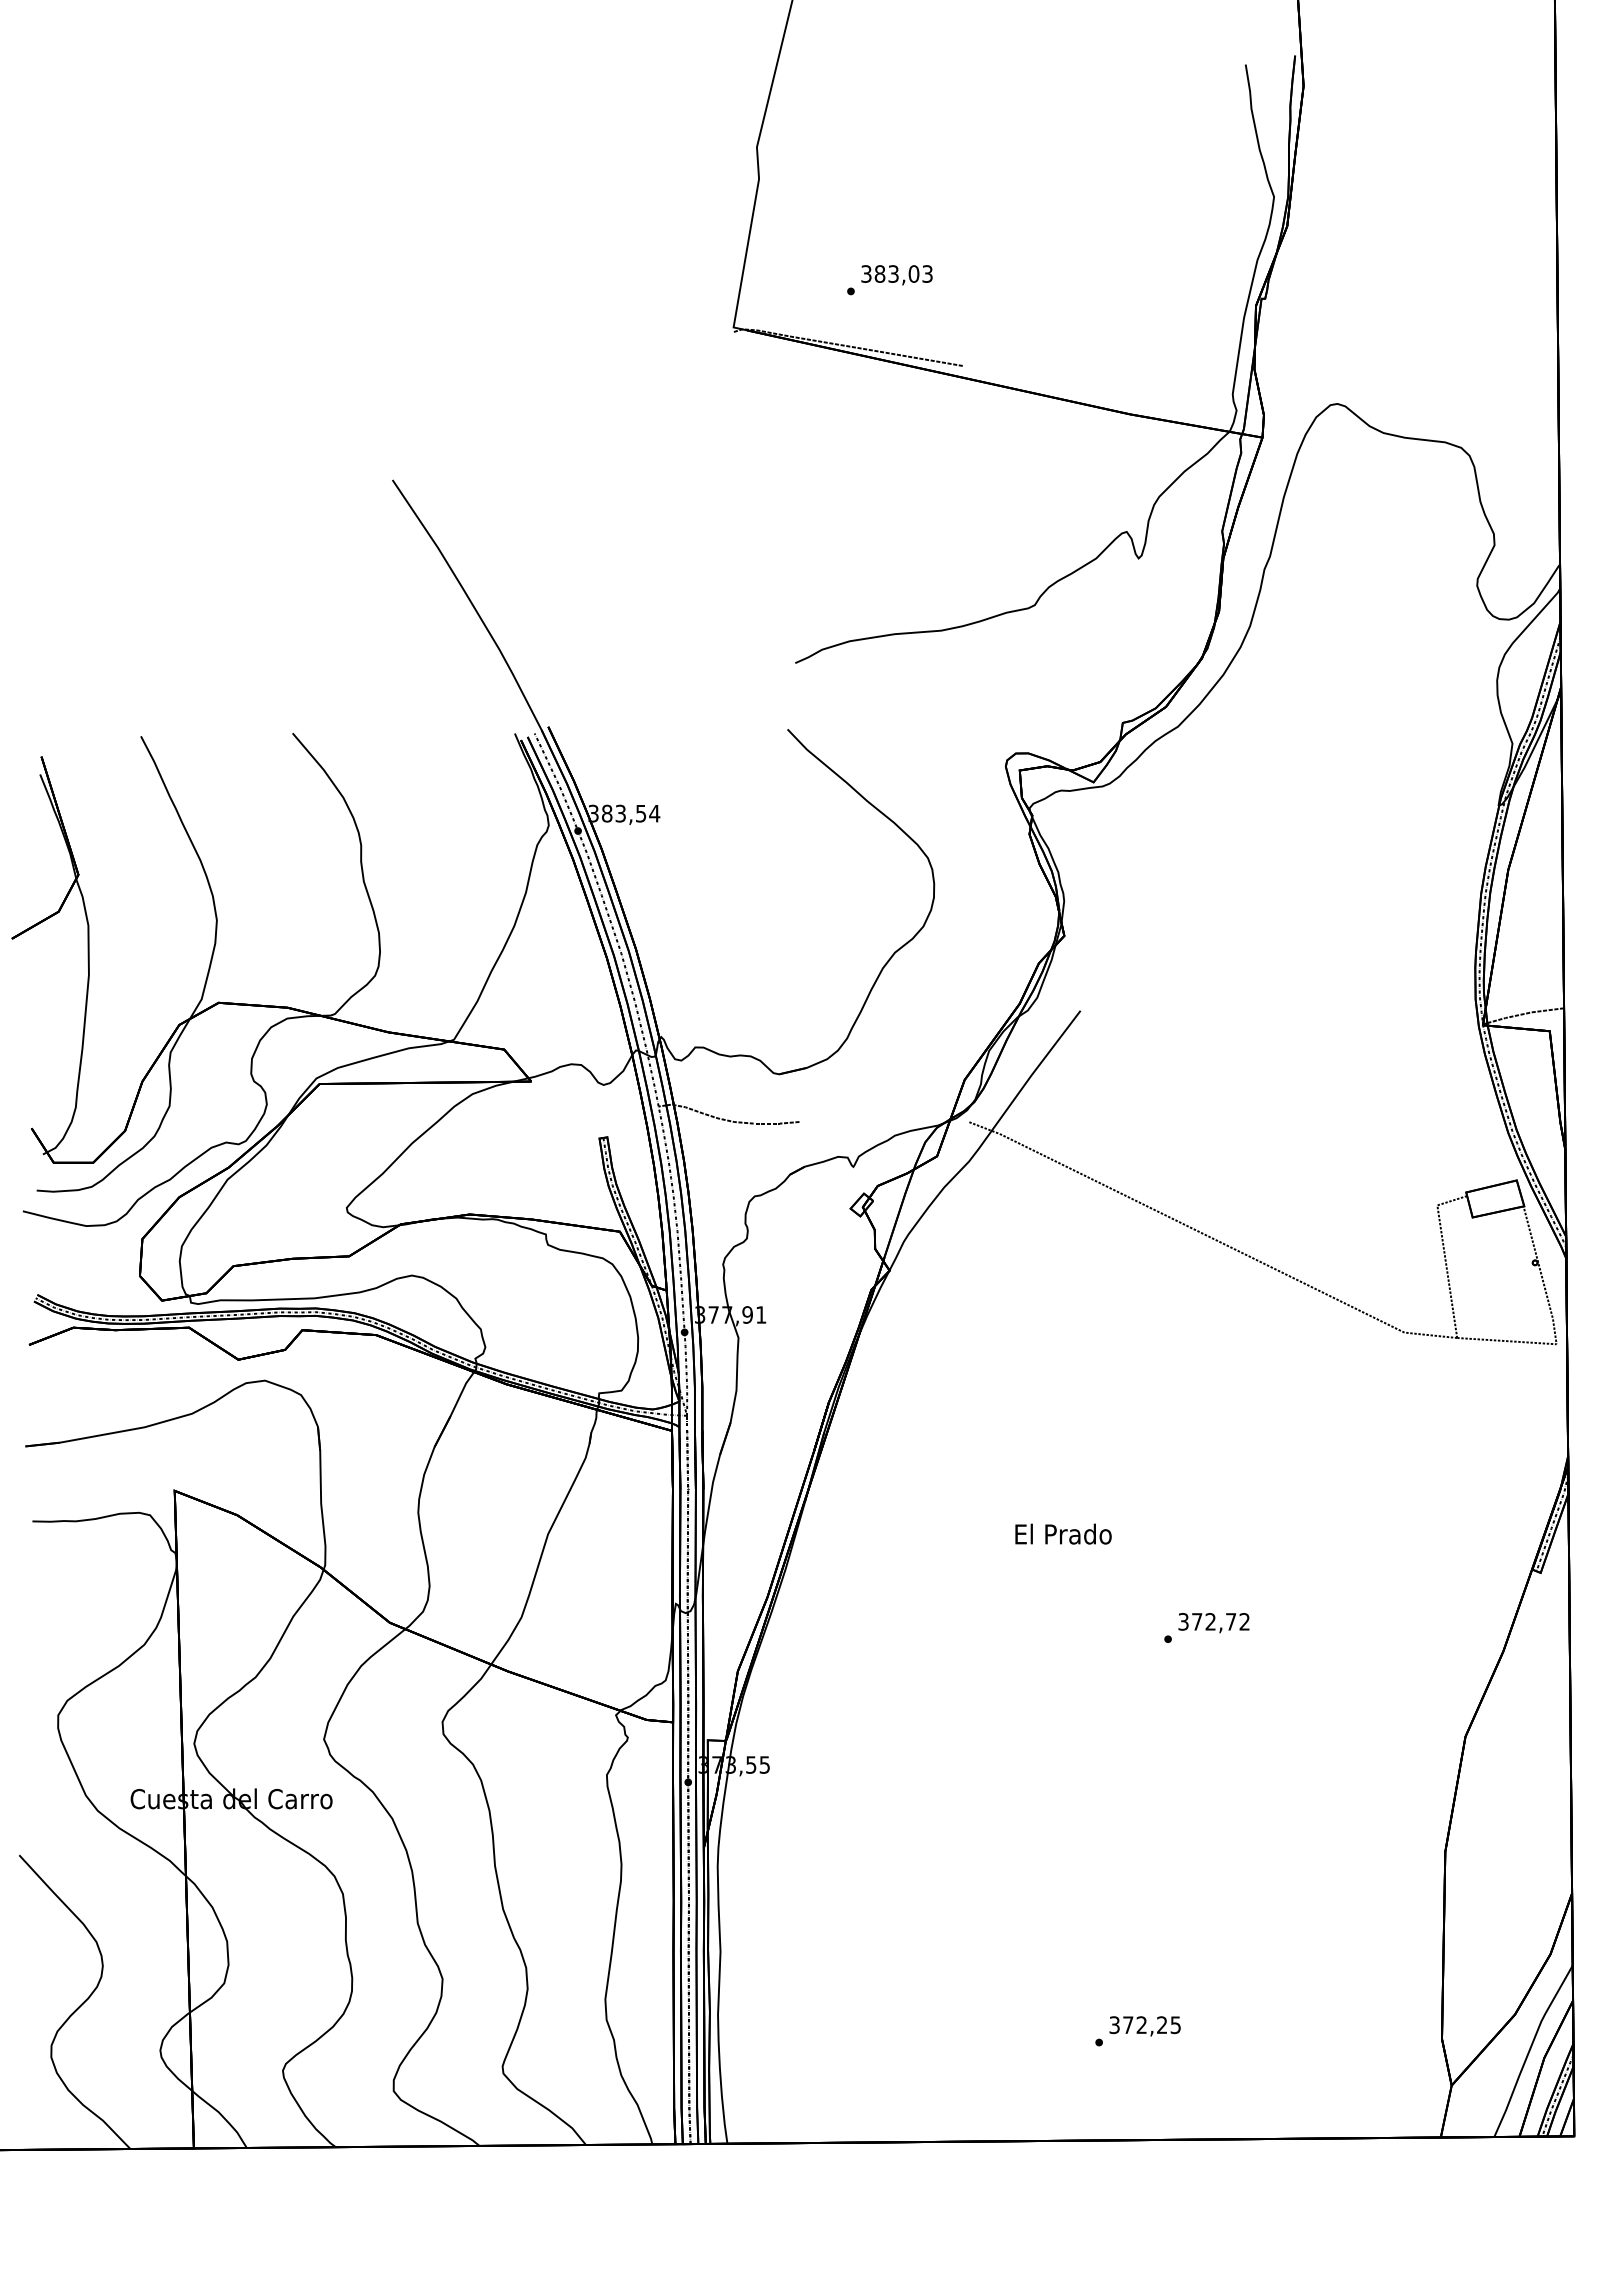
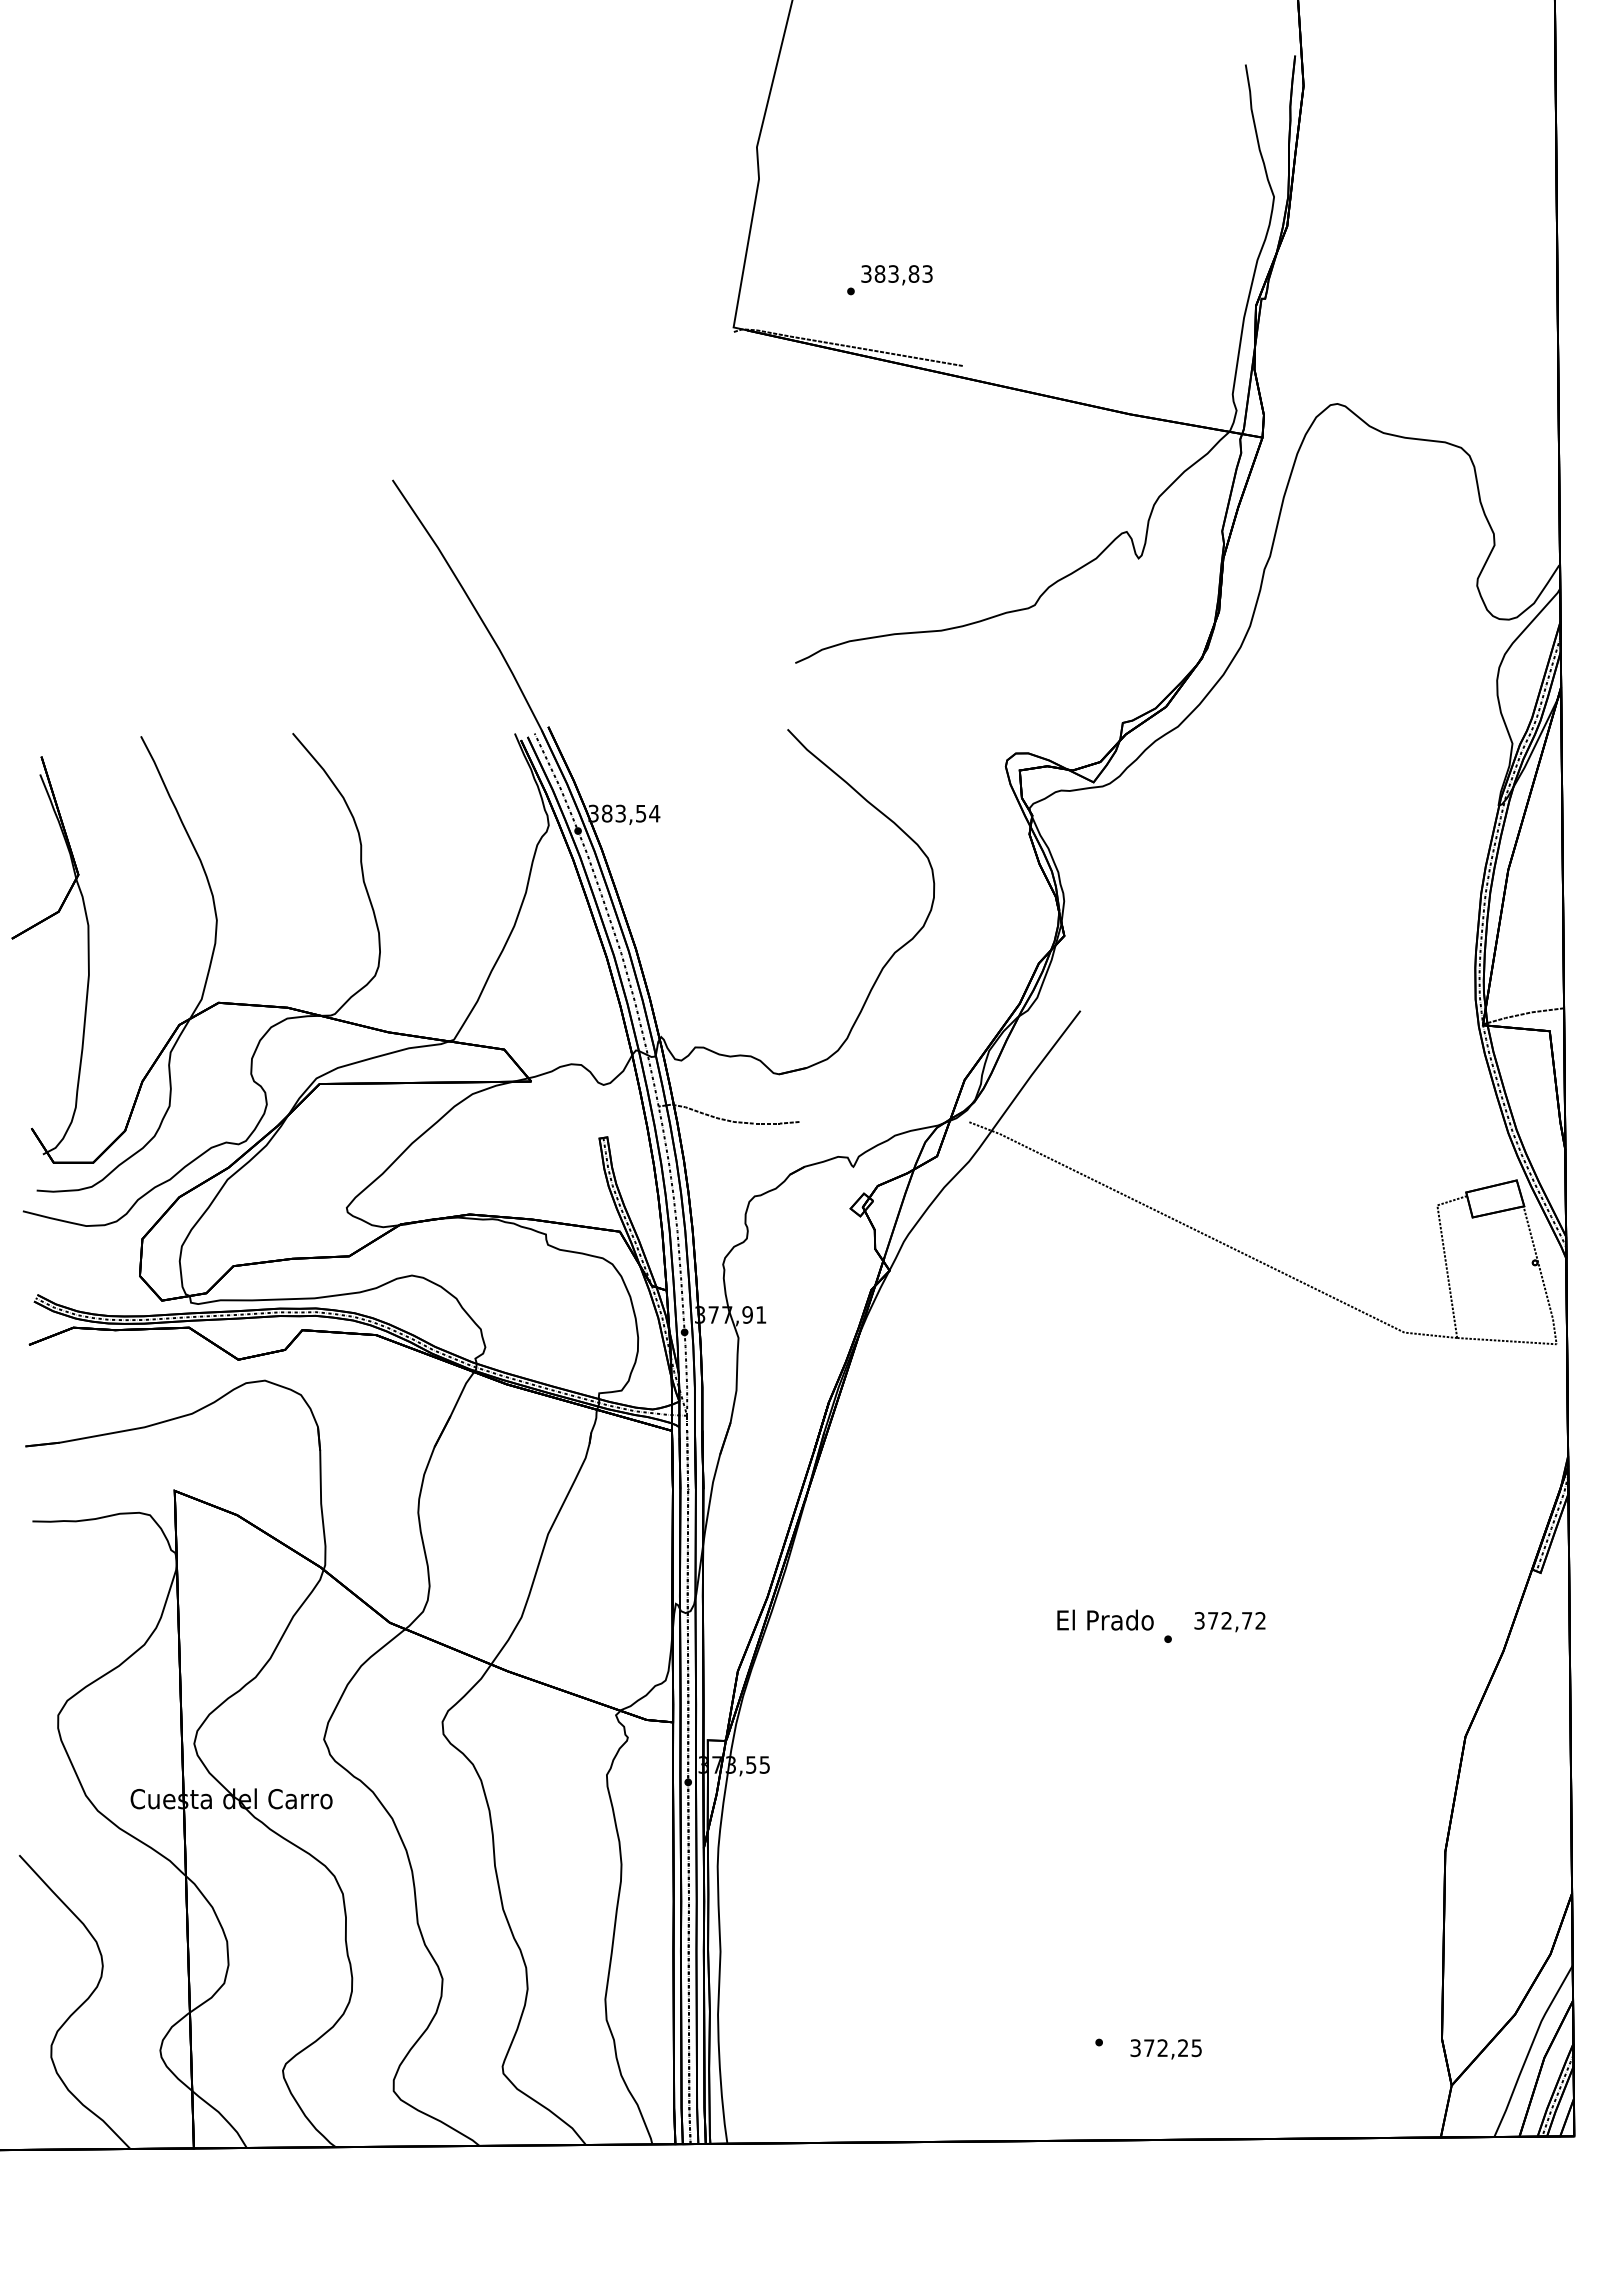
text at (913, 273): 383,03 -> 383,83
text at (1063, 1533) position: (1063, 1533) -> (1105, 1619)
text at (1213, 1623) position: (1213, 1623) -> (1229, 1622)
text at (1144, 2026) position: (1144, 2026) -> (1165, 2049)
